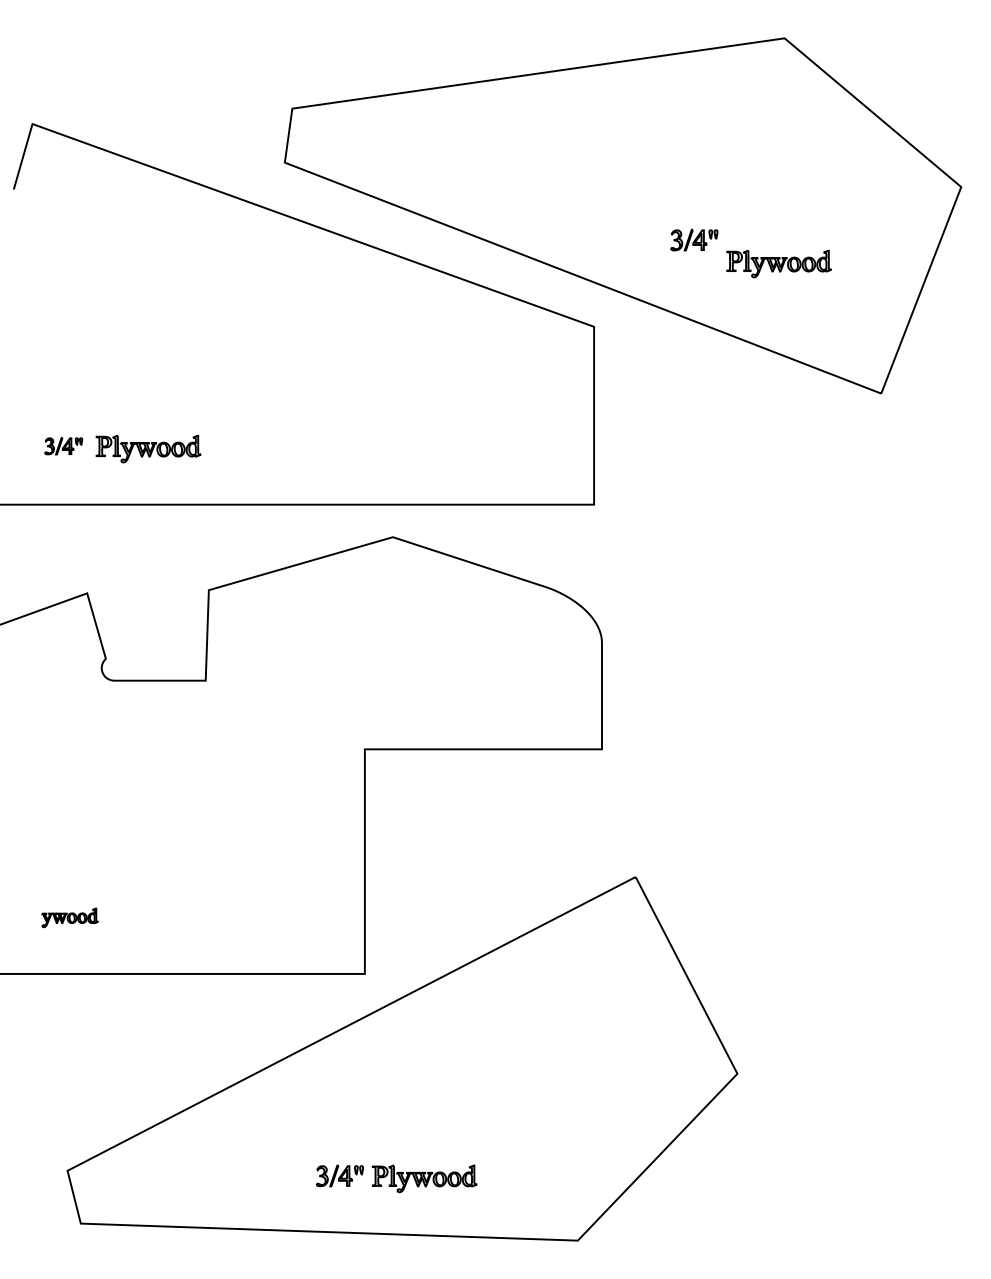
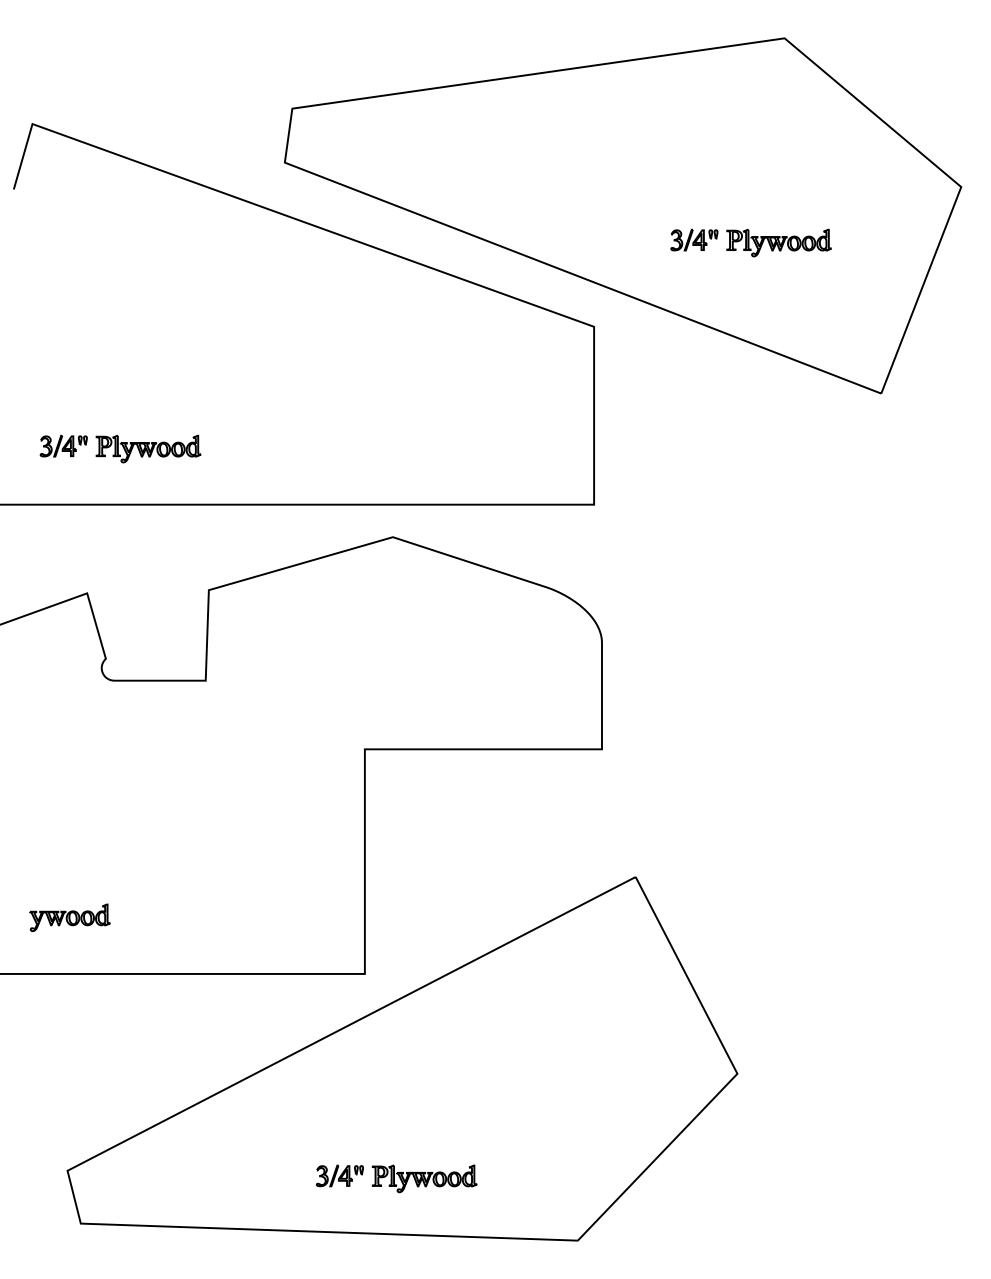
part at (778, 263) position: (778, 263) -> (778, 242)
part at (63, 445) size: 40x20 px -> 49x24 px
part at (69, 917) size: 58x22 px -> 82x30 px
